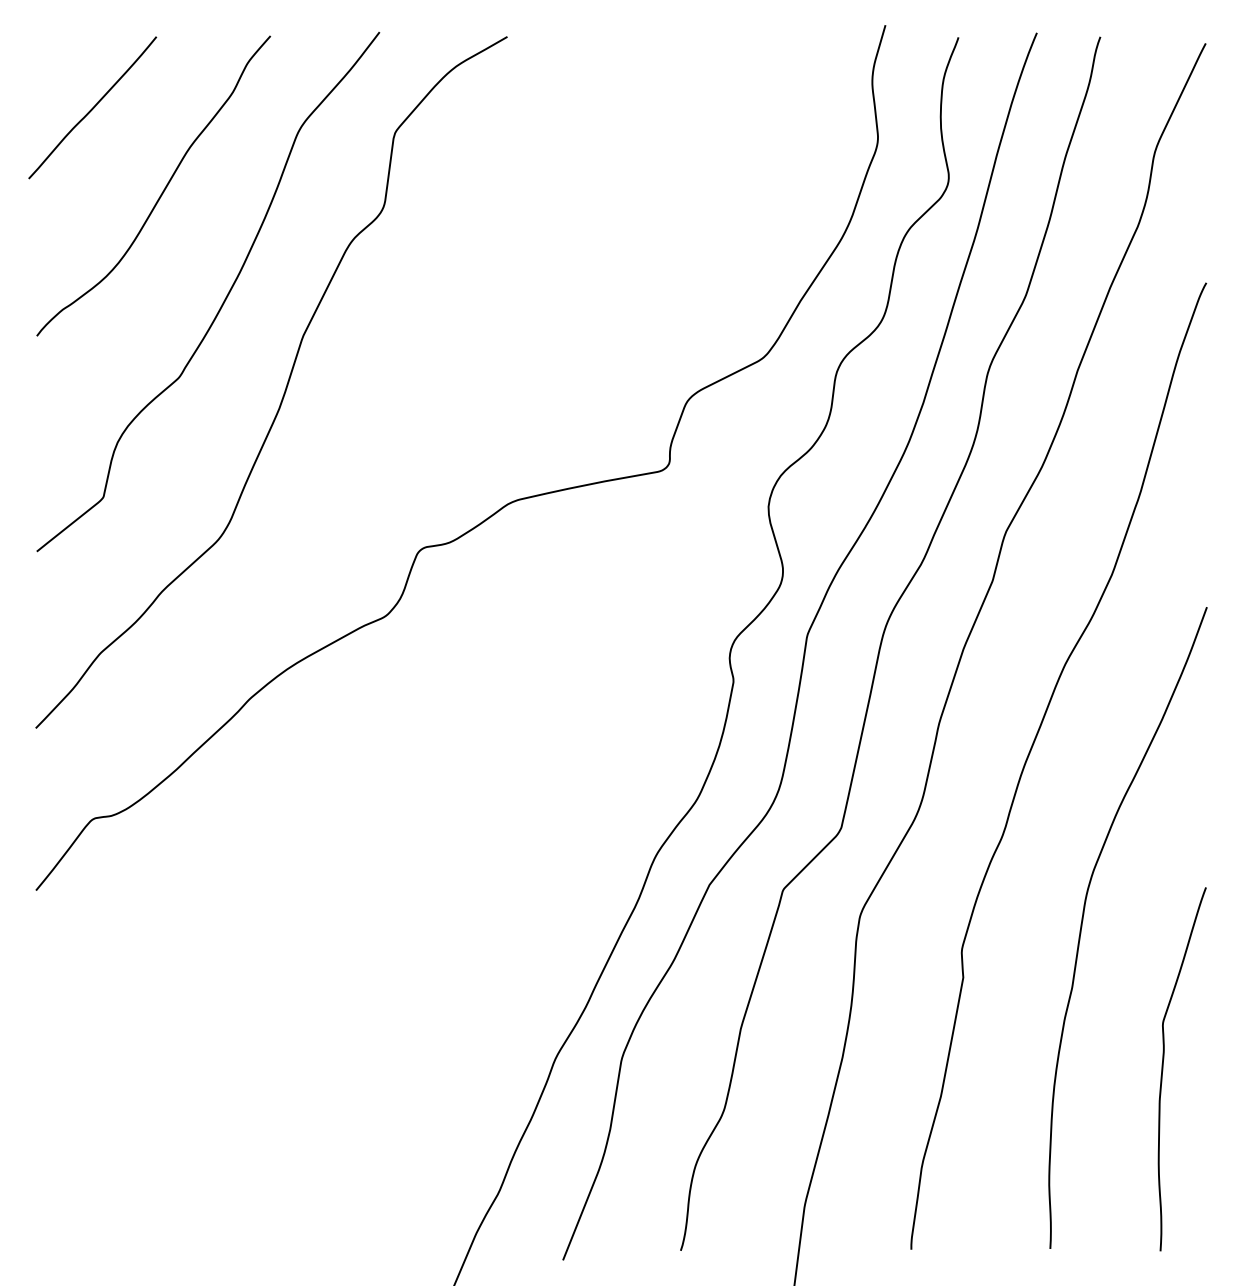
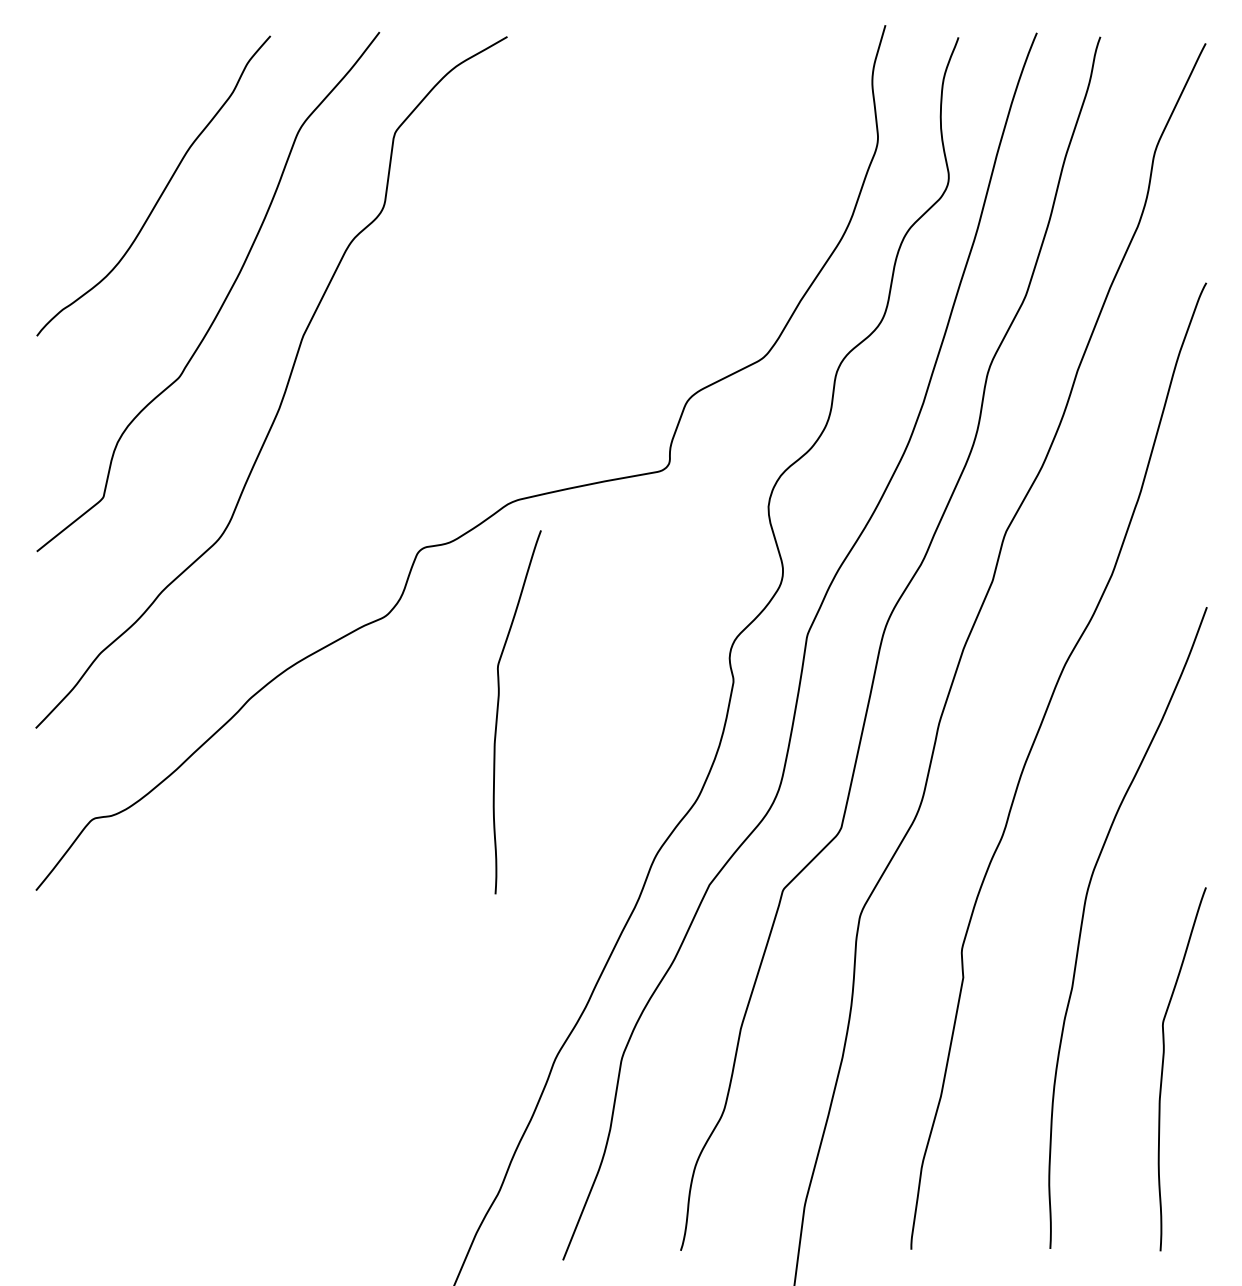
curve at (92, 107): present -> none
curve at (498, 712): none -> present
